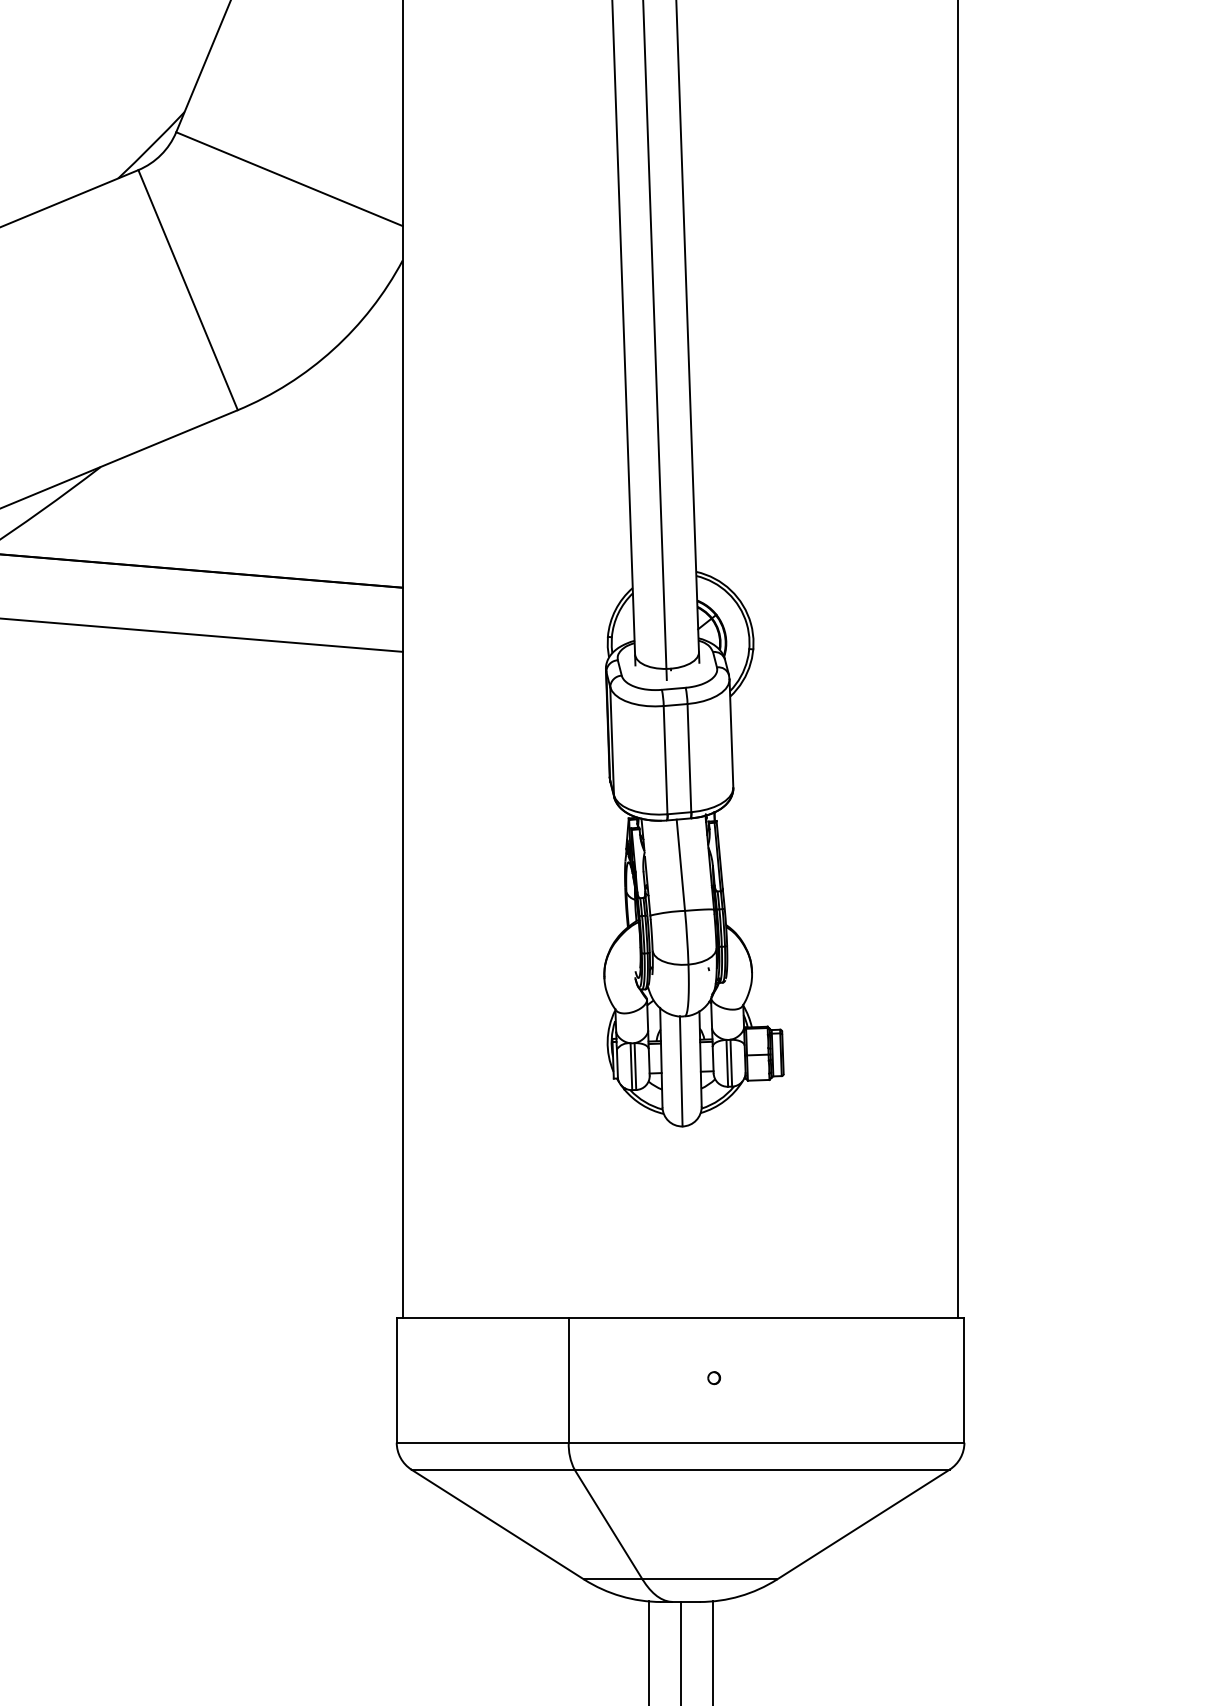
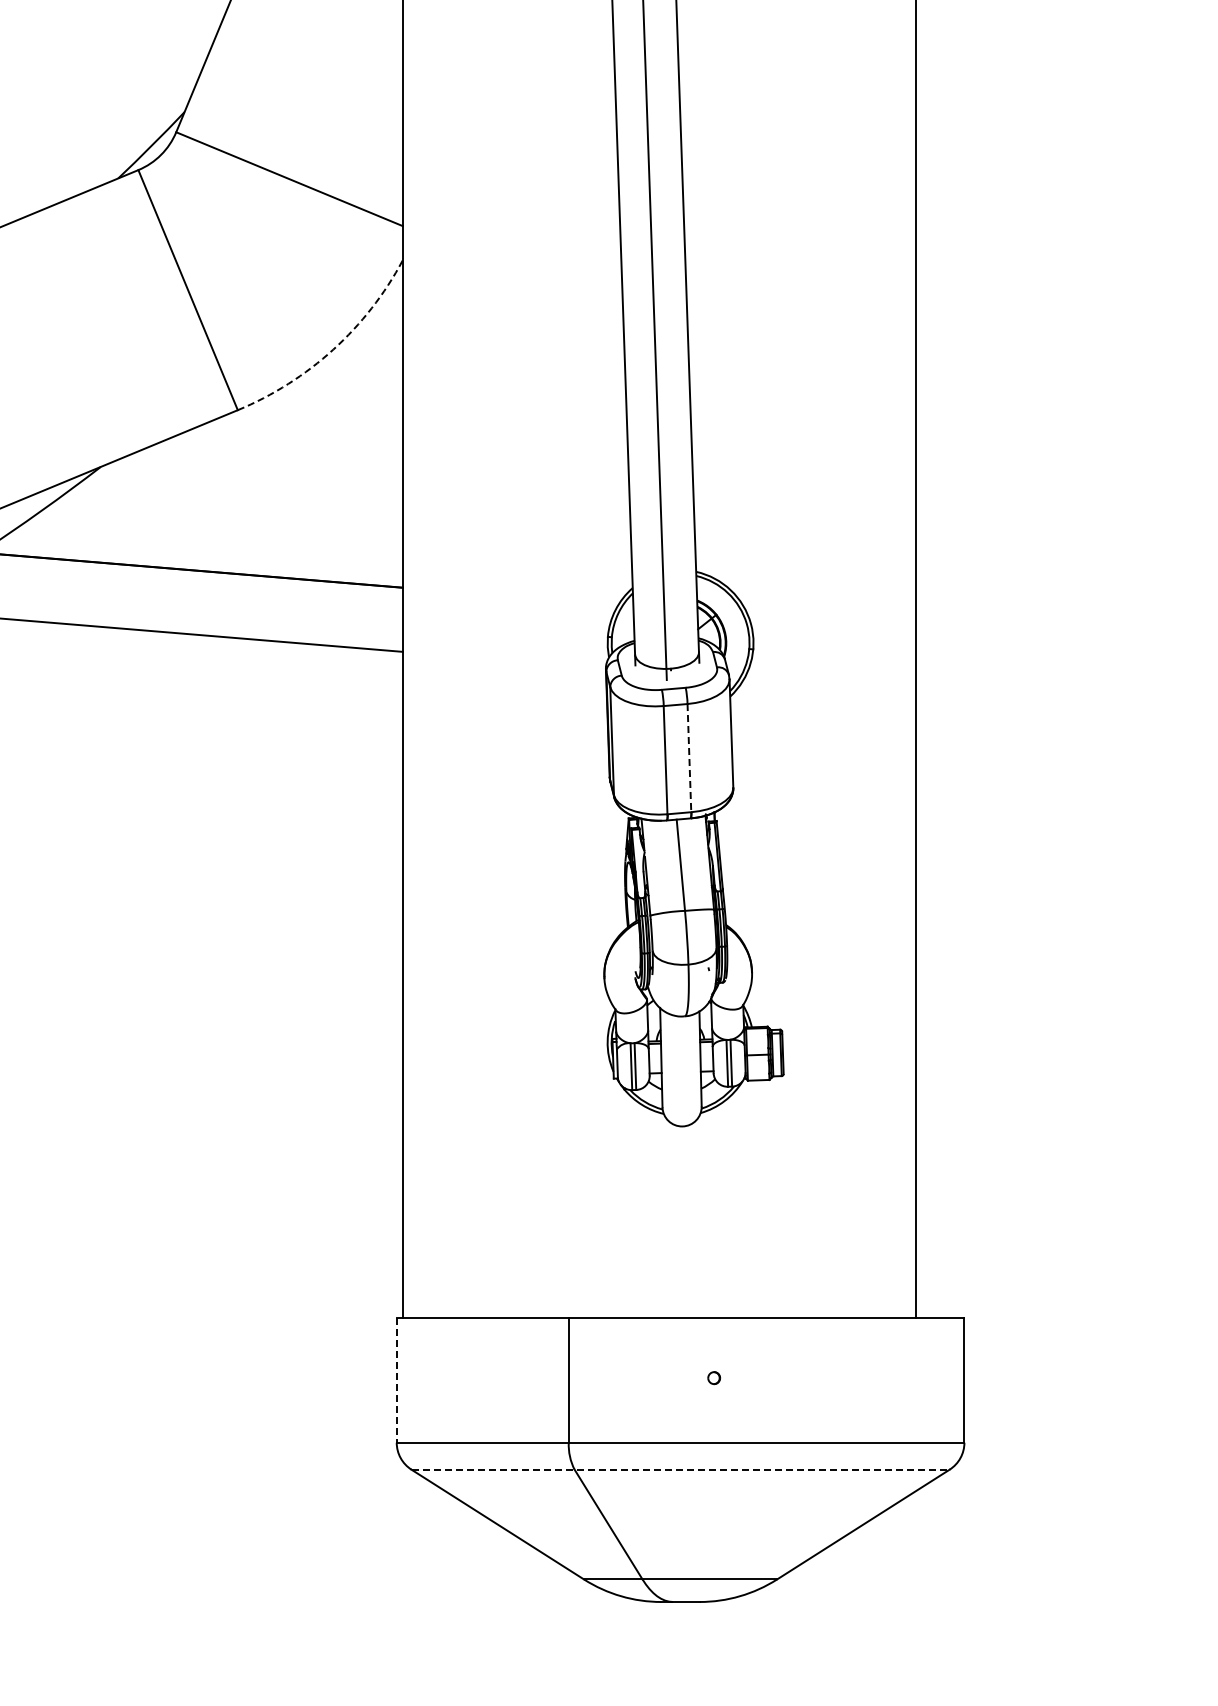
arc at (333, 349): solid -> dashed
line at (958, 660) position: (958, 660) -> (916, 660)
line at (689, 758): solid -> dashed
line at (680, 1071): present -> none
line at (396, 1380): solid -> dashed
line at (681, 1469): solid -> dashed
line at (648, 1651): present -> none
line at (680, 1651): present -> none
line at (712, 1651): present -> none
